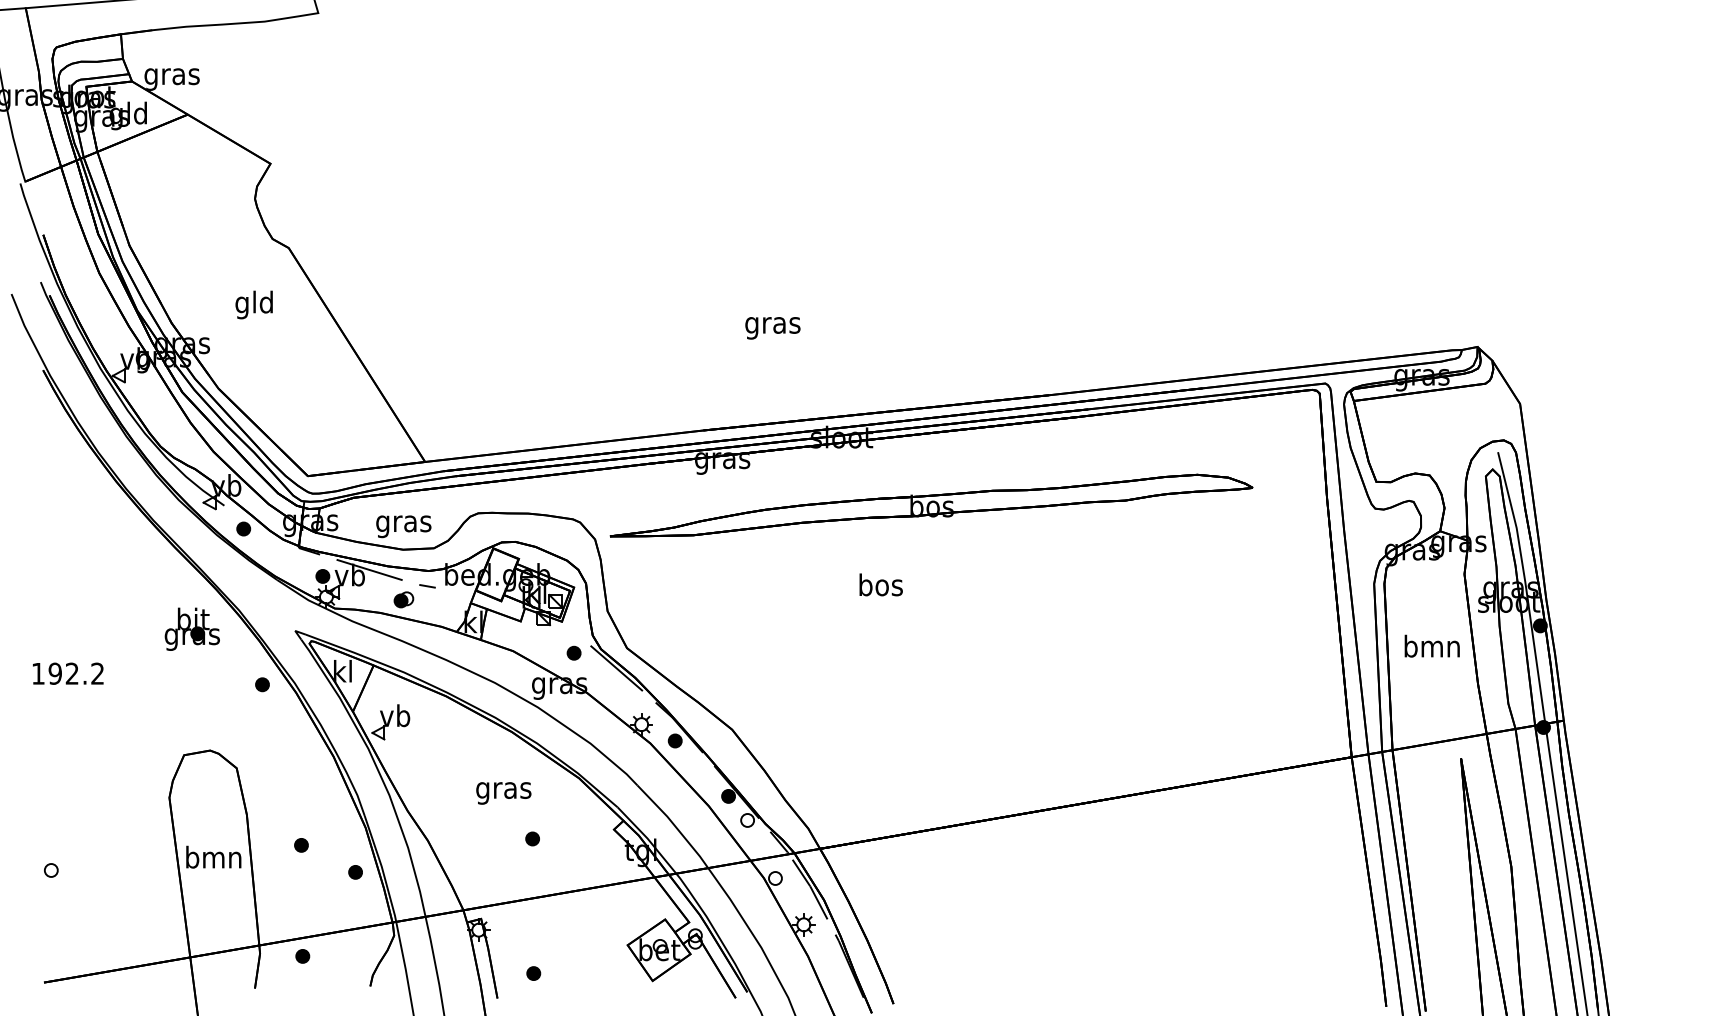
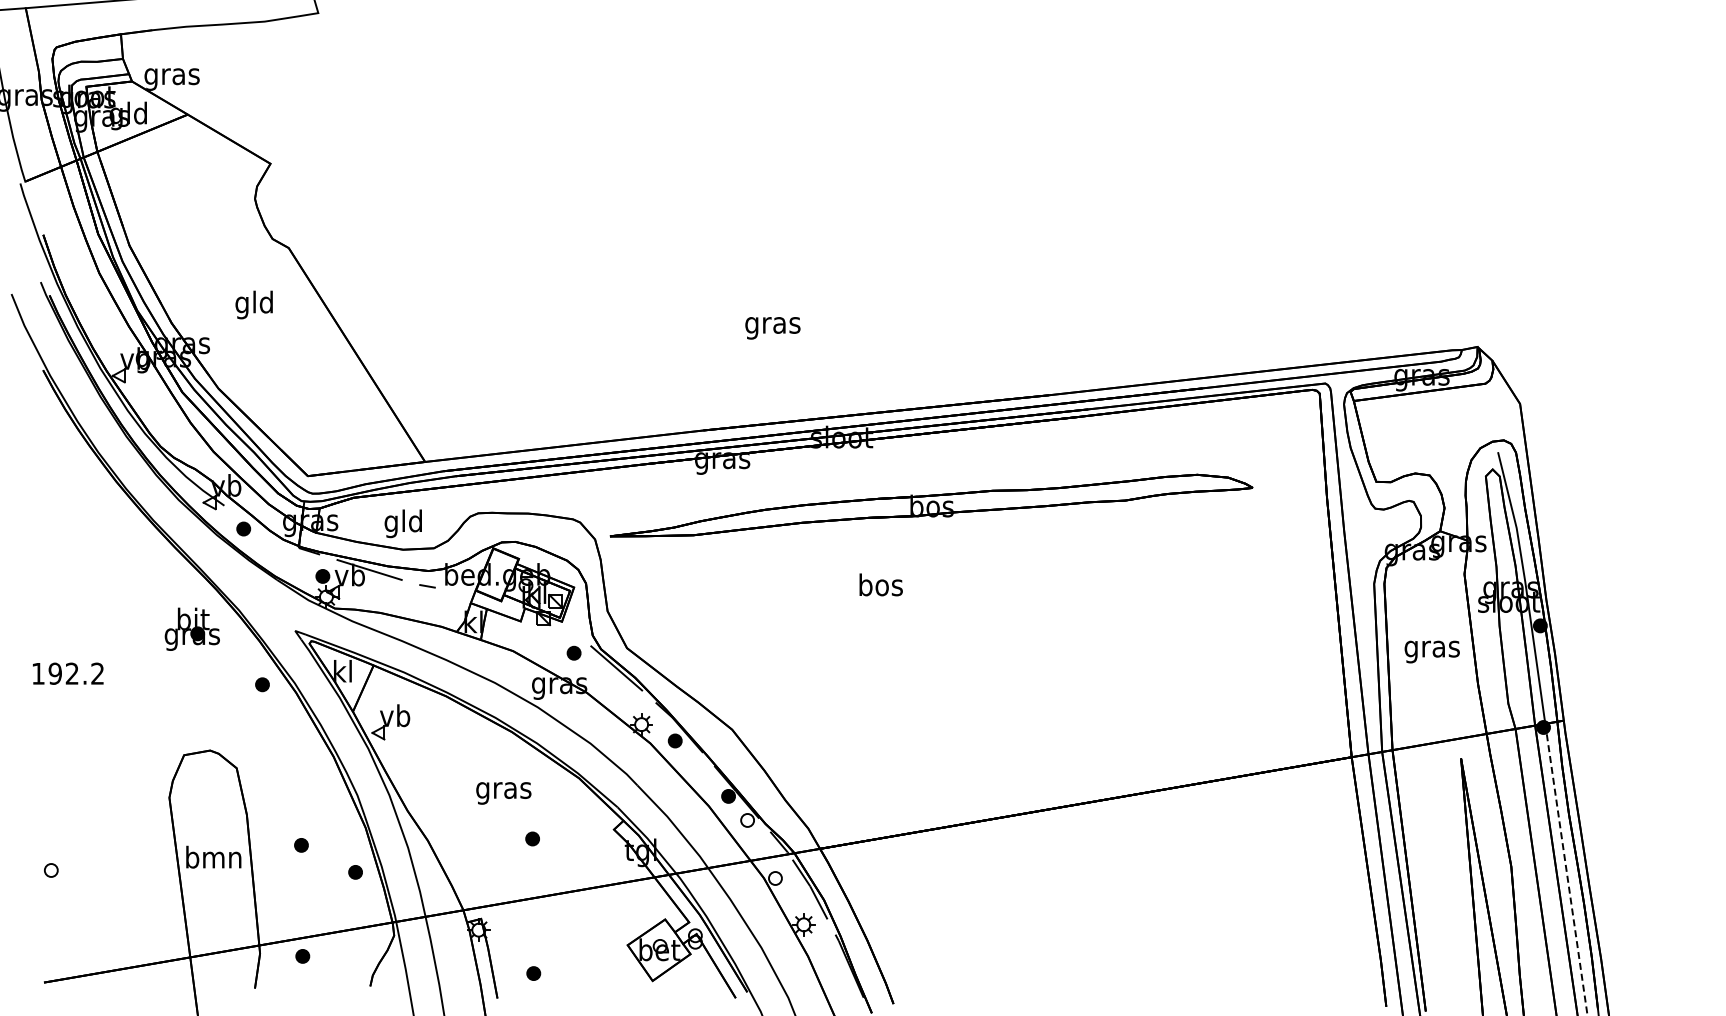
text at (403, 523): gras -> gld
part at (403, 599): present -> none
text at (1431, 648): bmn -> gras
line at (1566, 869): solid -> dashed
